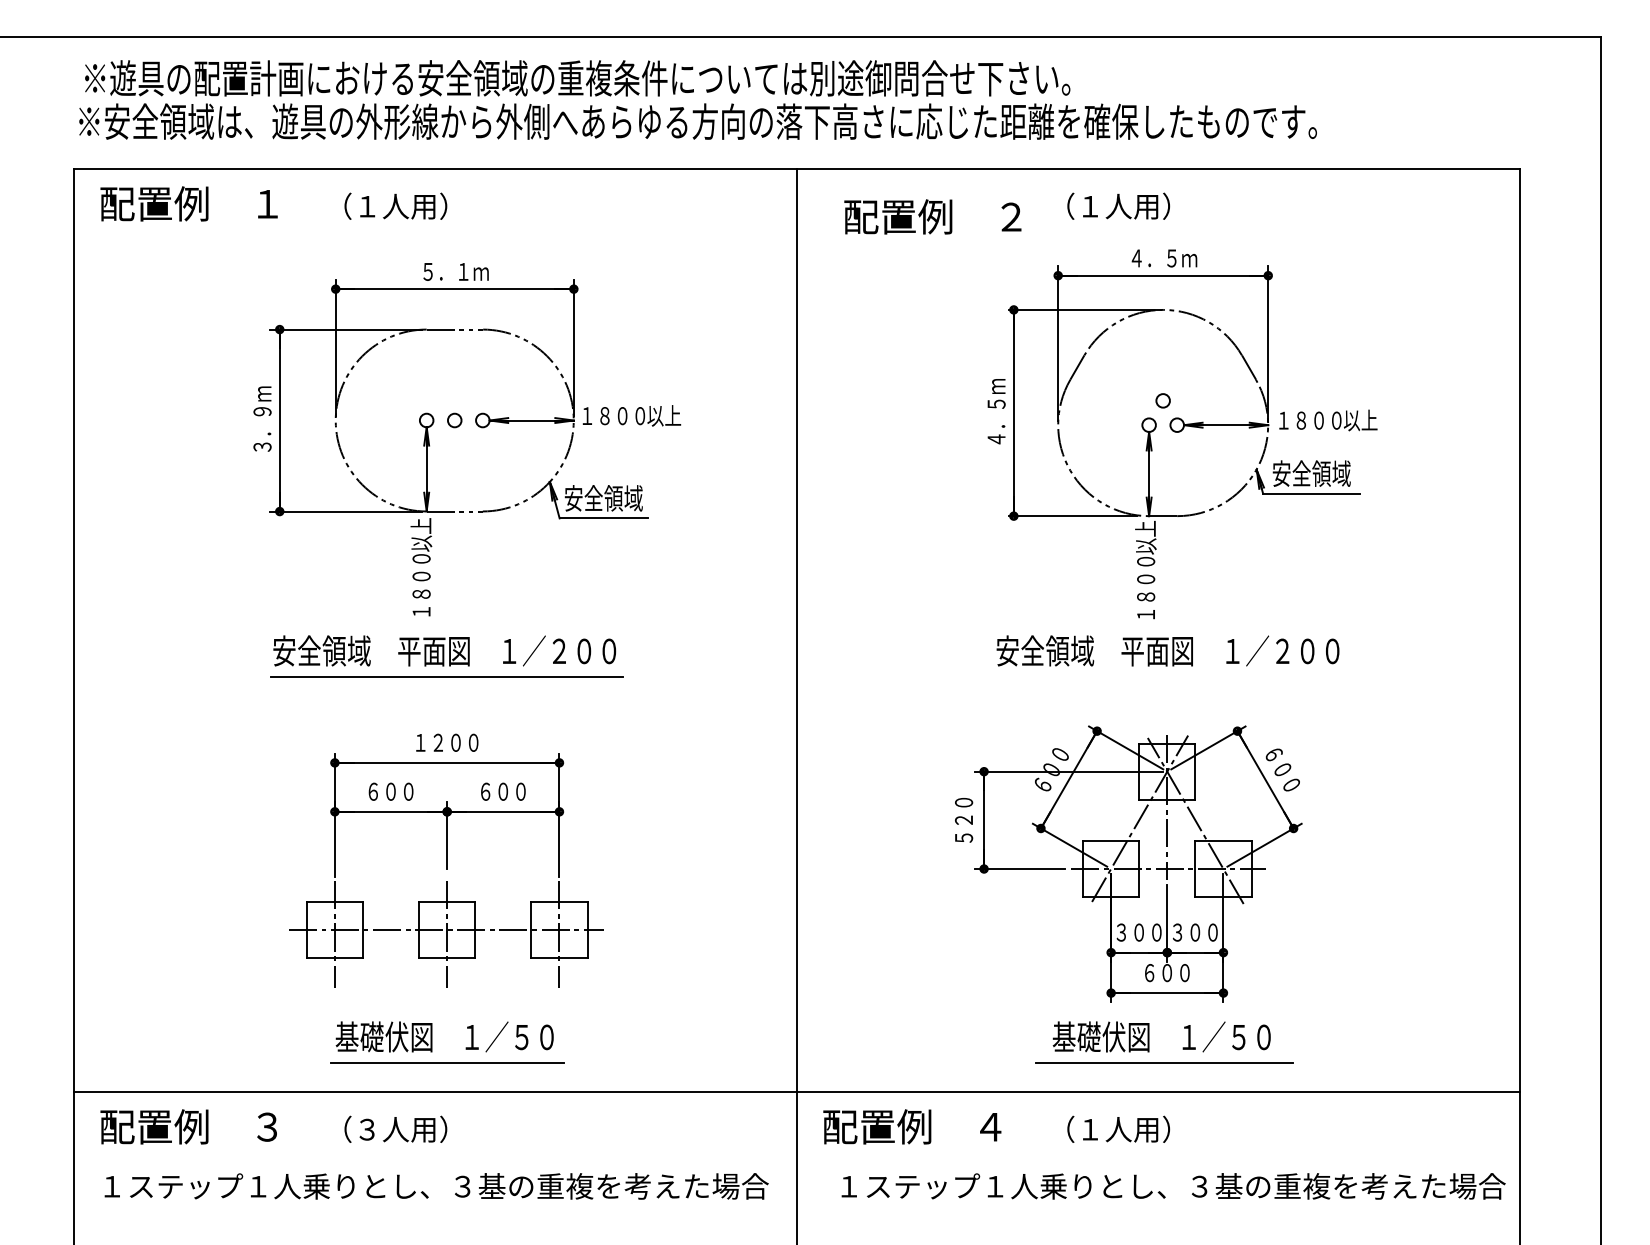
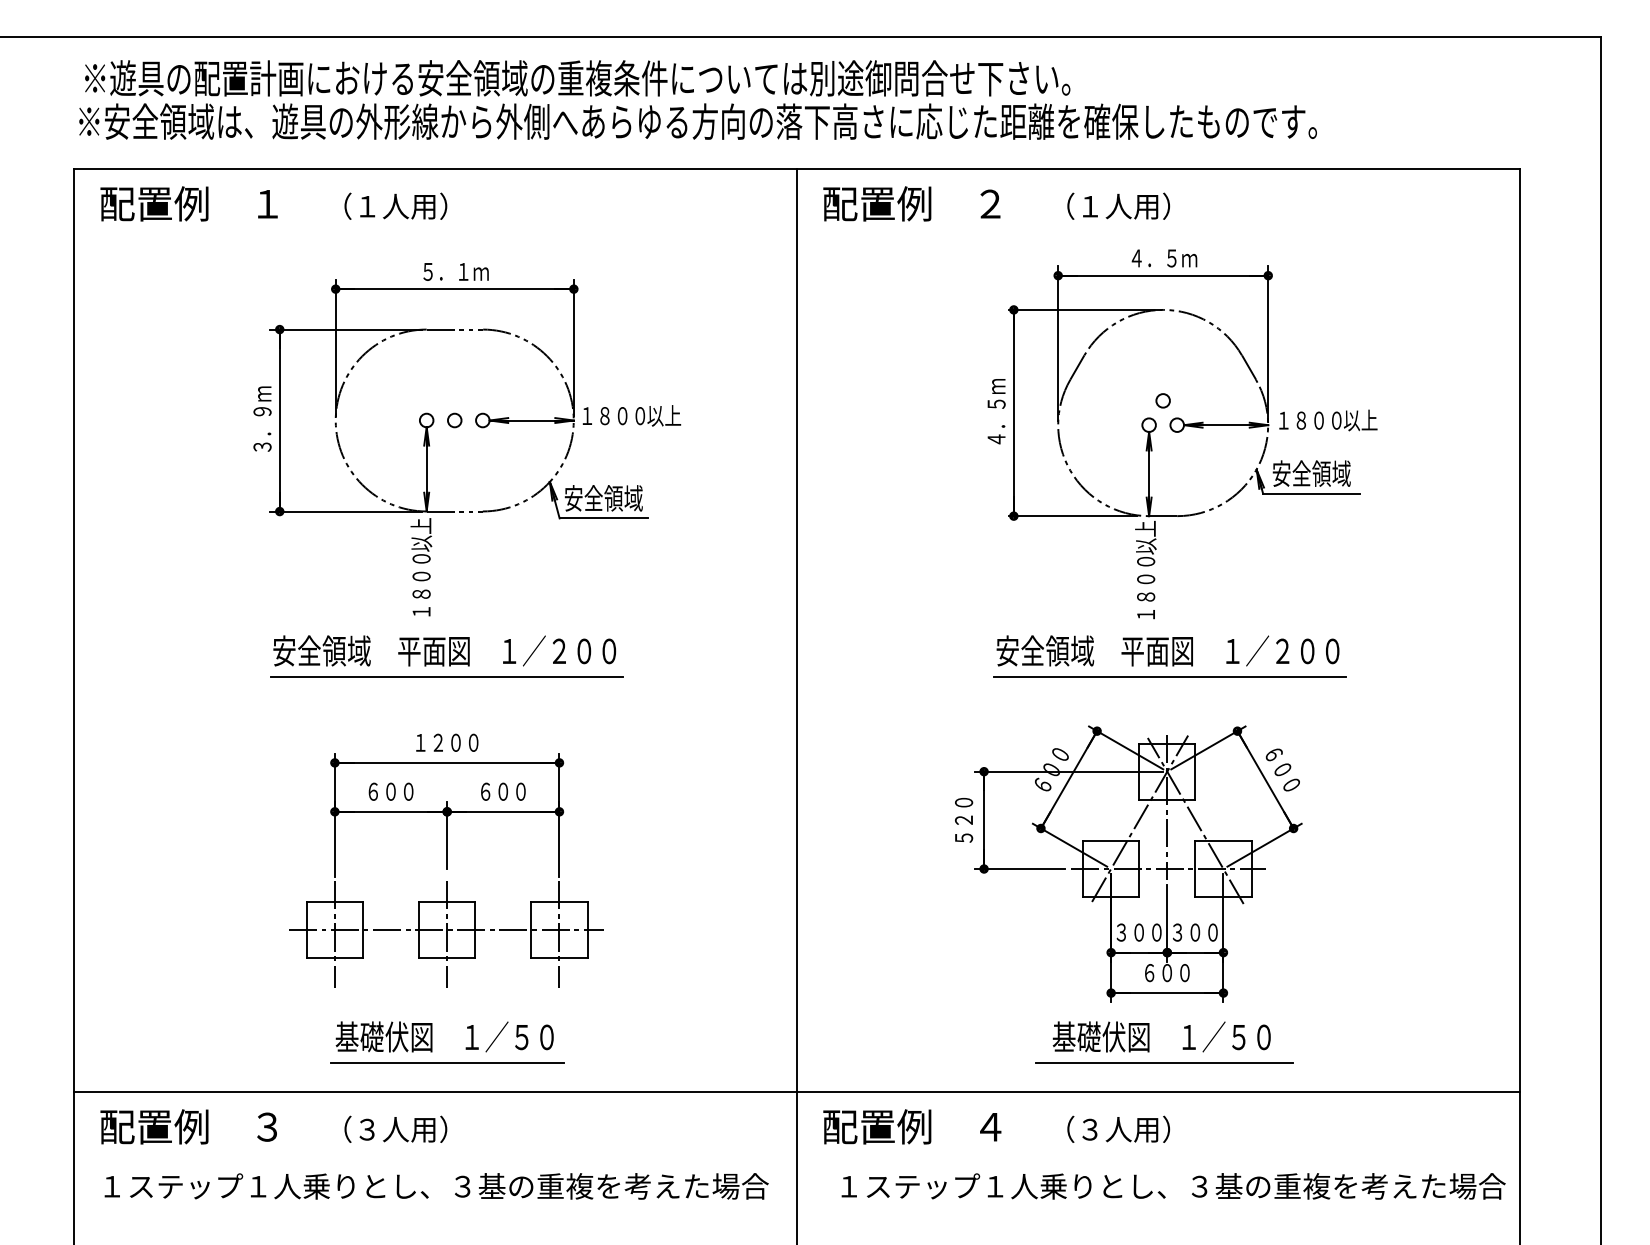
text at (932, 216) position: (932, 216) -> (911, 203)
line at (1170, 677): none -> present
text at (1089, 1129): （１人用） -> （３人用）
